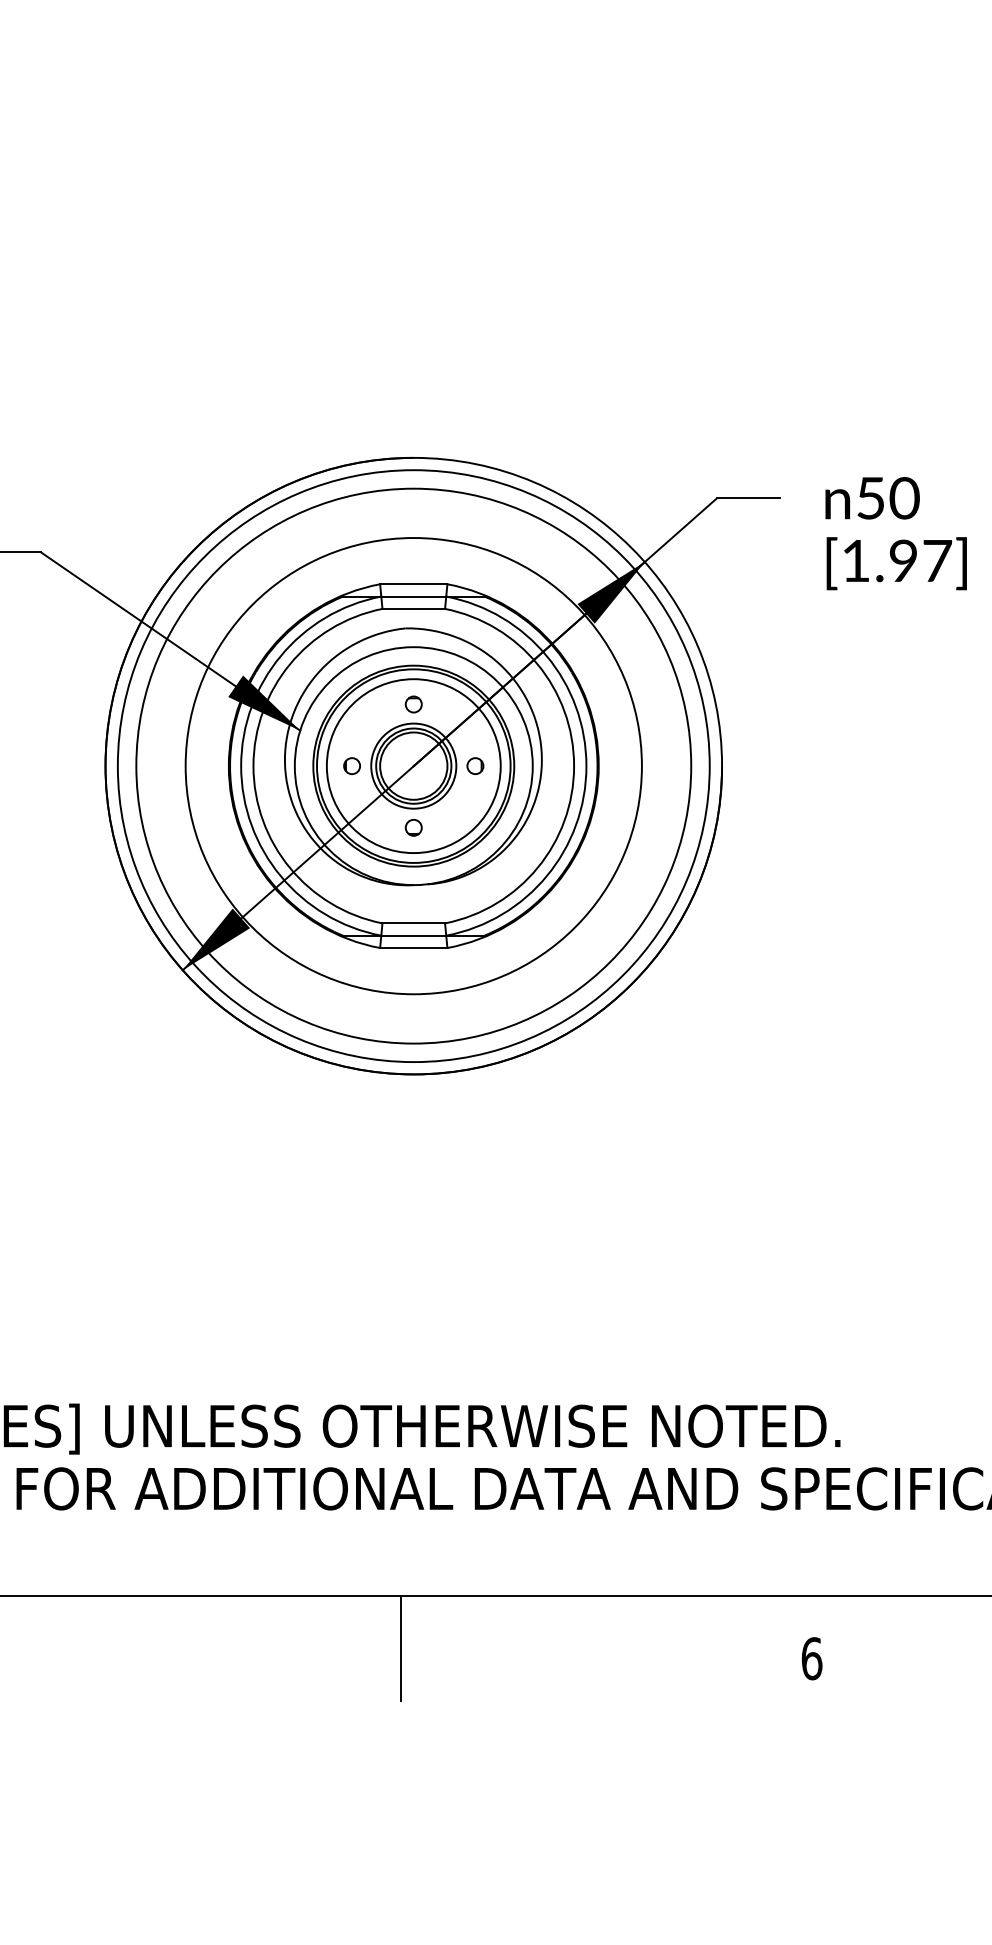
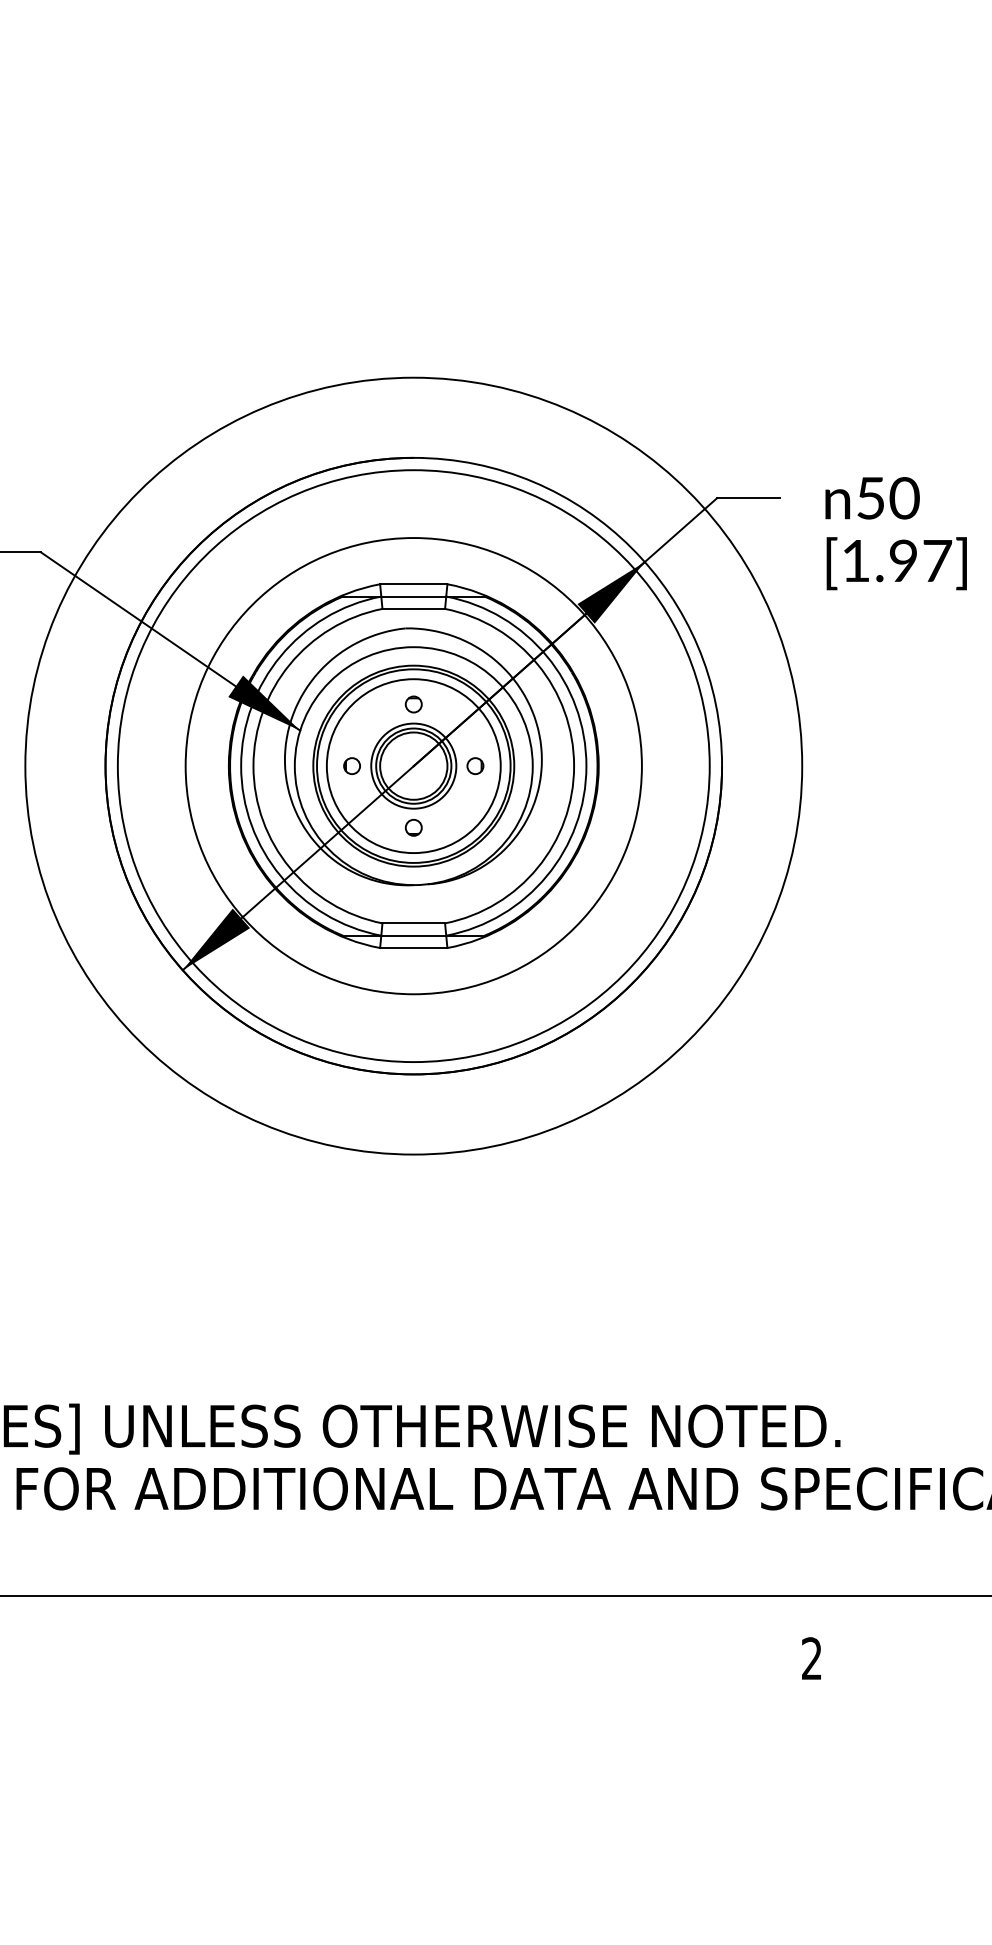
circle at (413, 765) diameter: 555 px -> 777 px
line at (400, 1648): present -> none
text at (811, 1658): 6 -> 2
